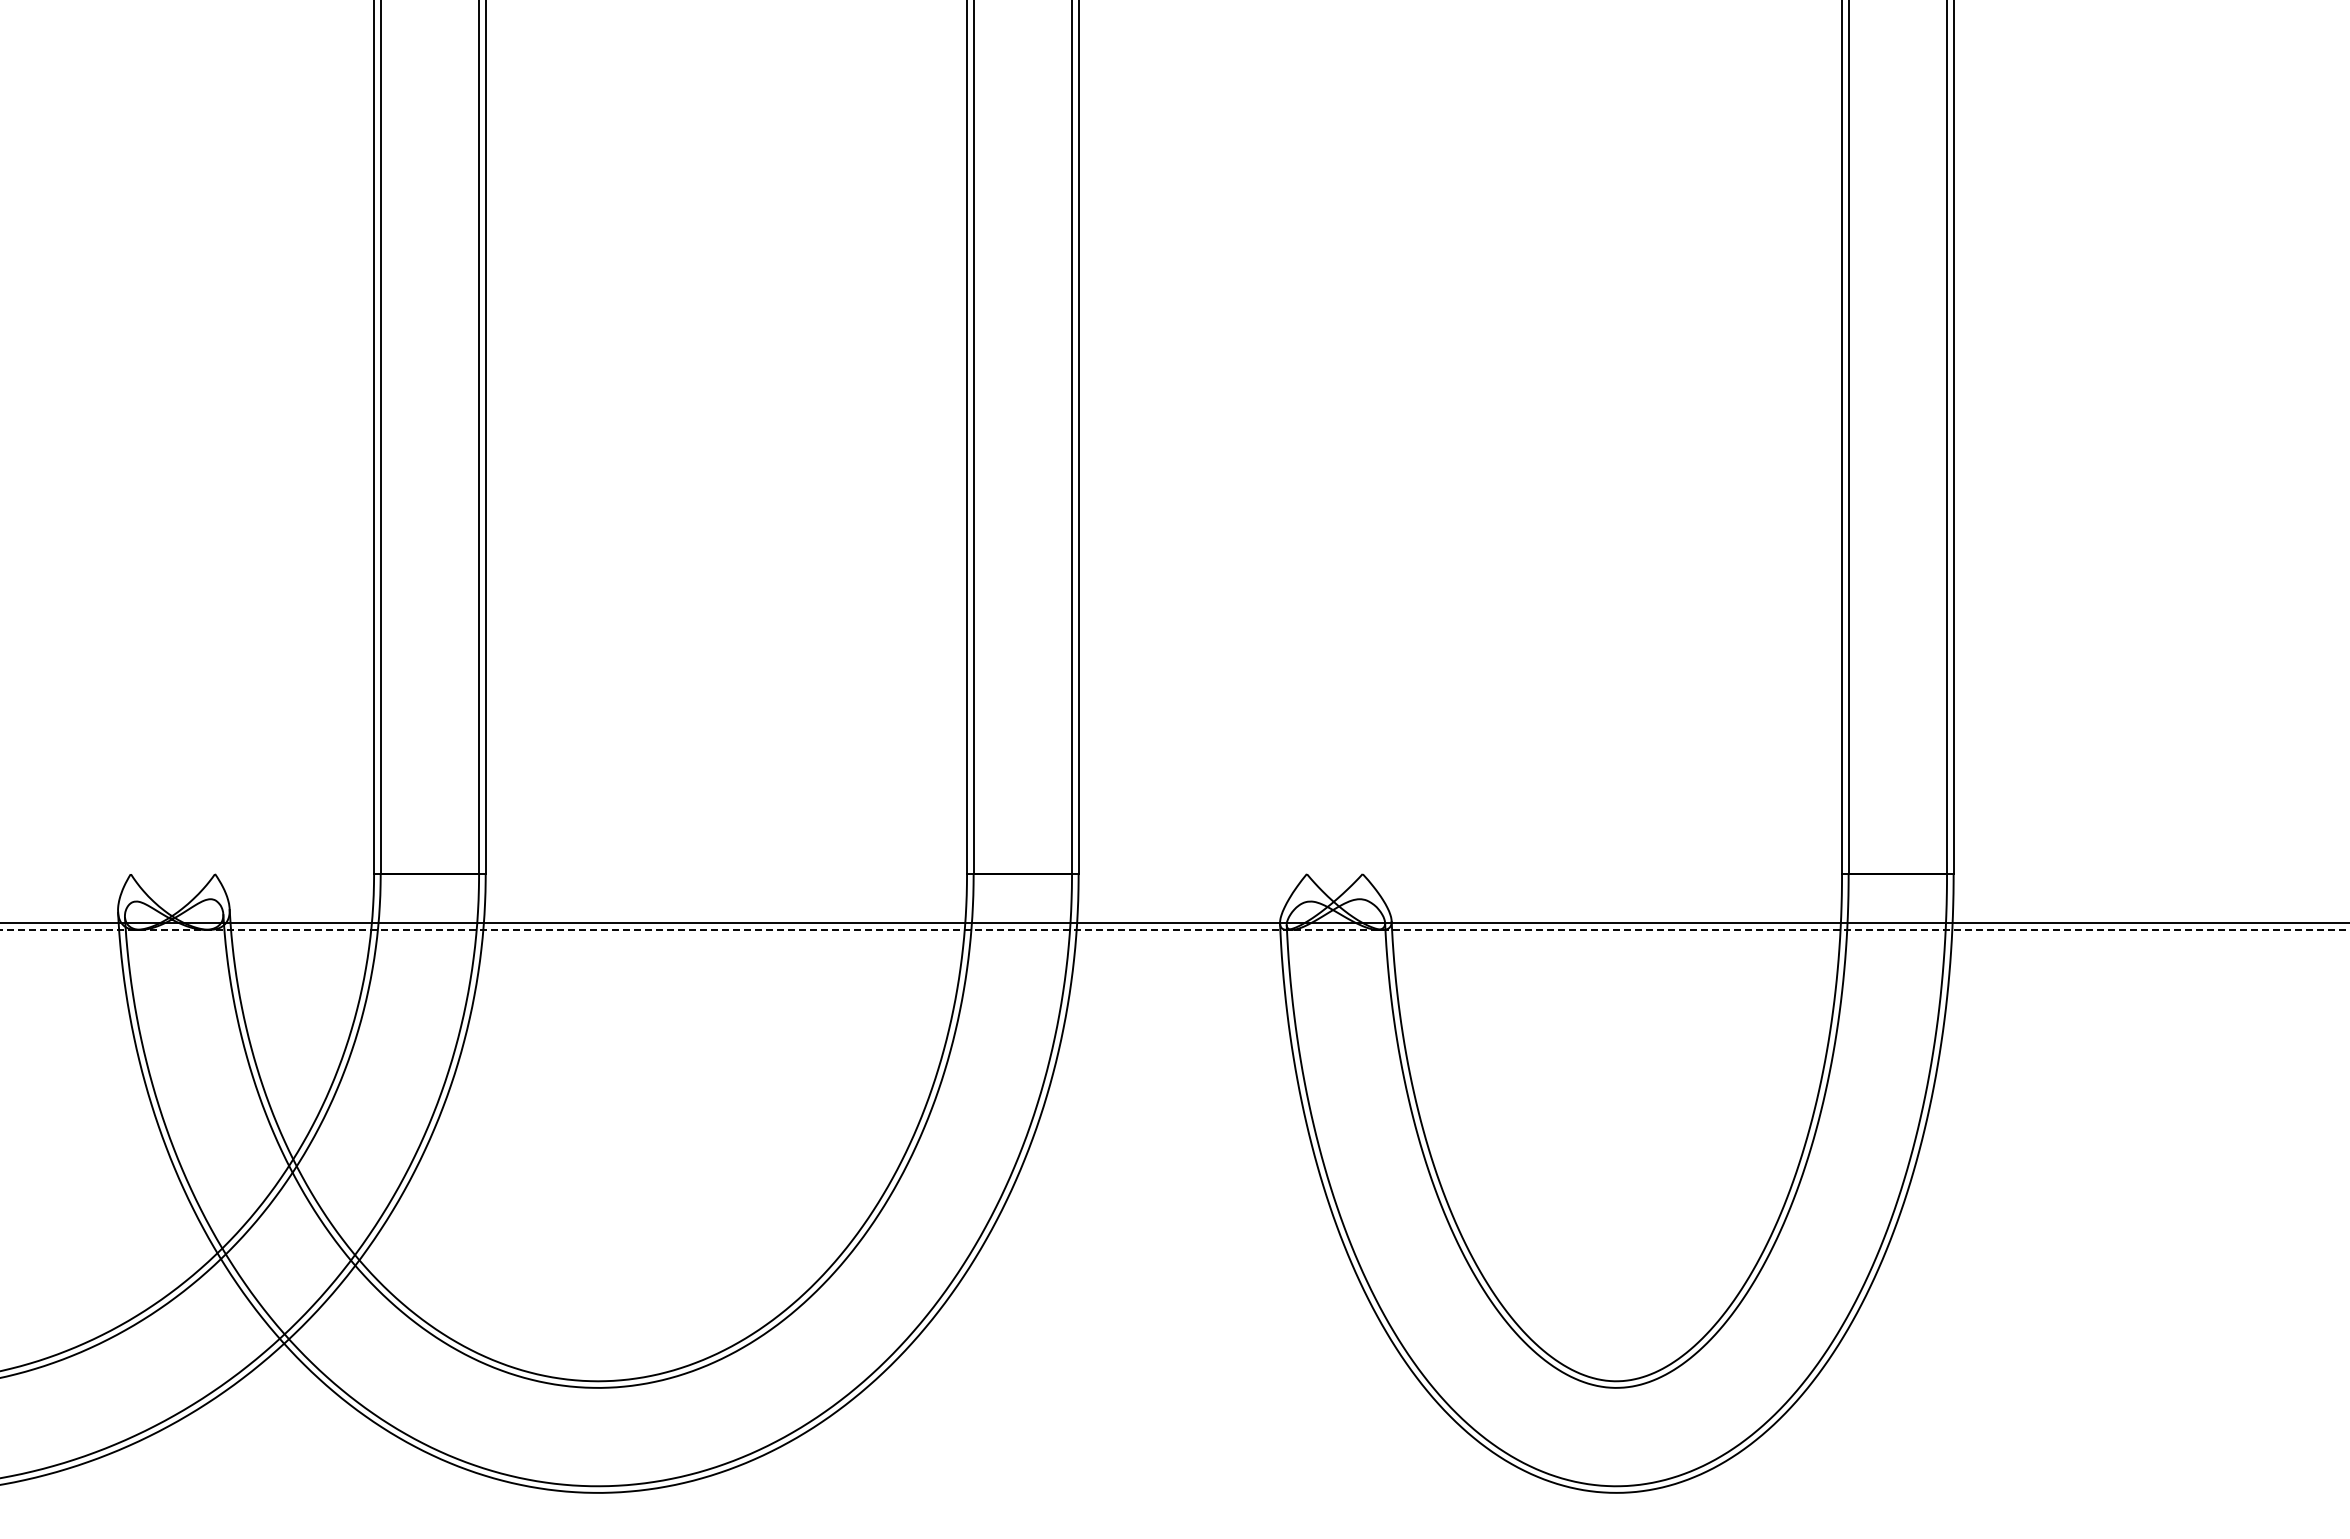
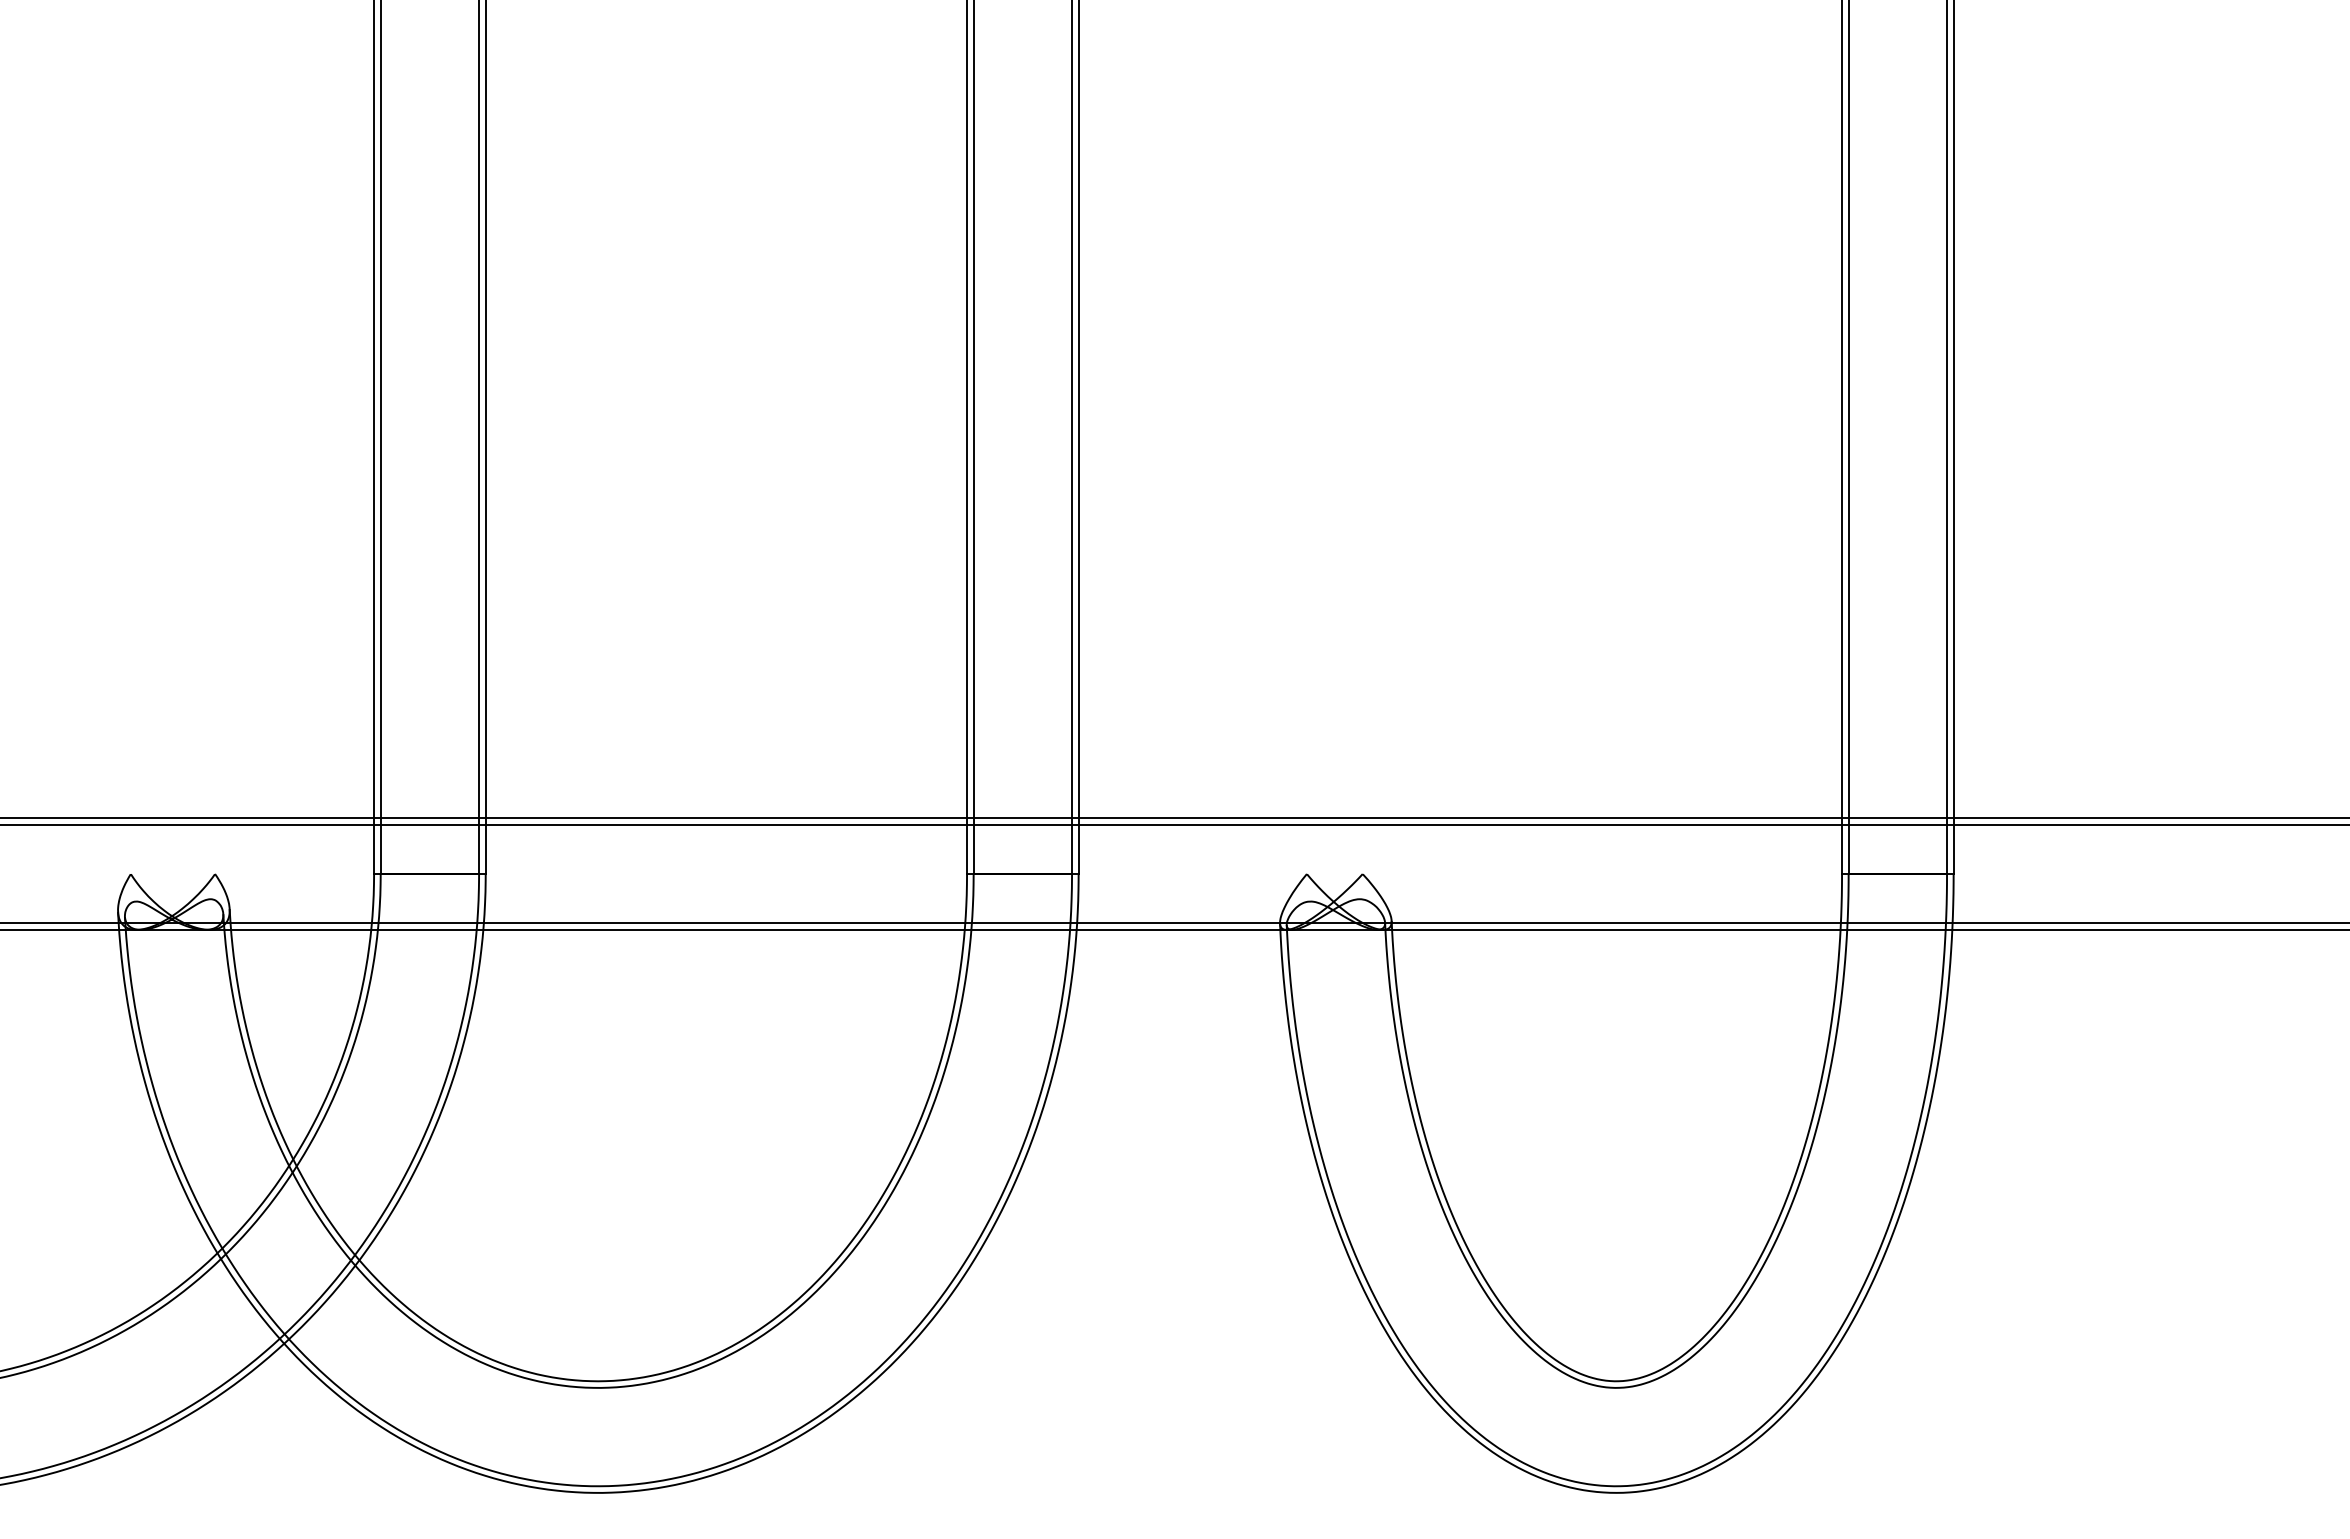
line at (1174, 818): none -> present
line at (1174, 824): none -> present
line at (1175, 929): dashed -> solid
